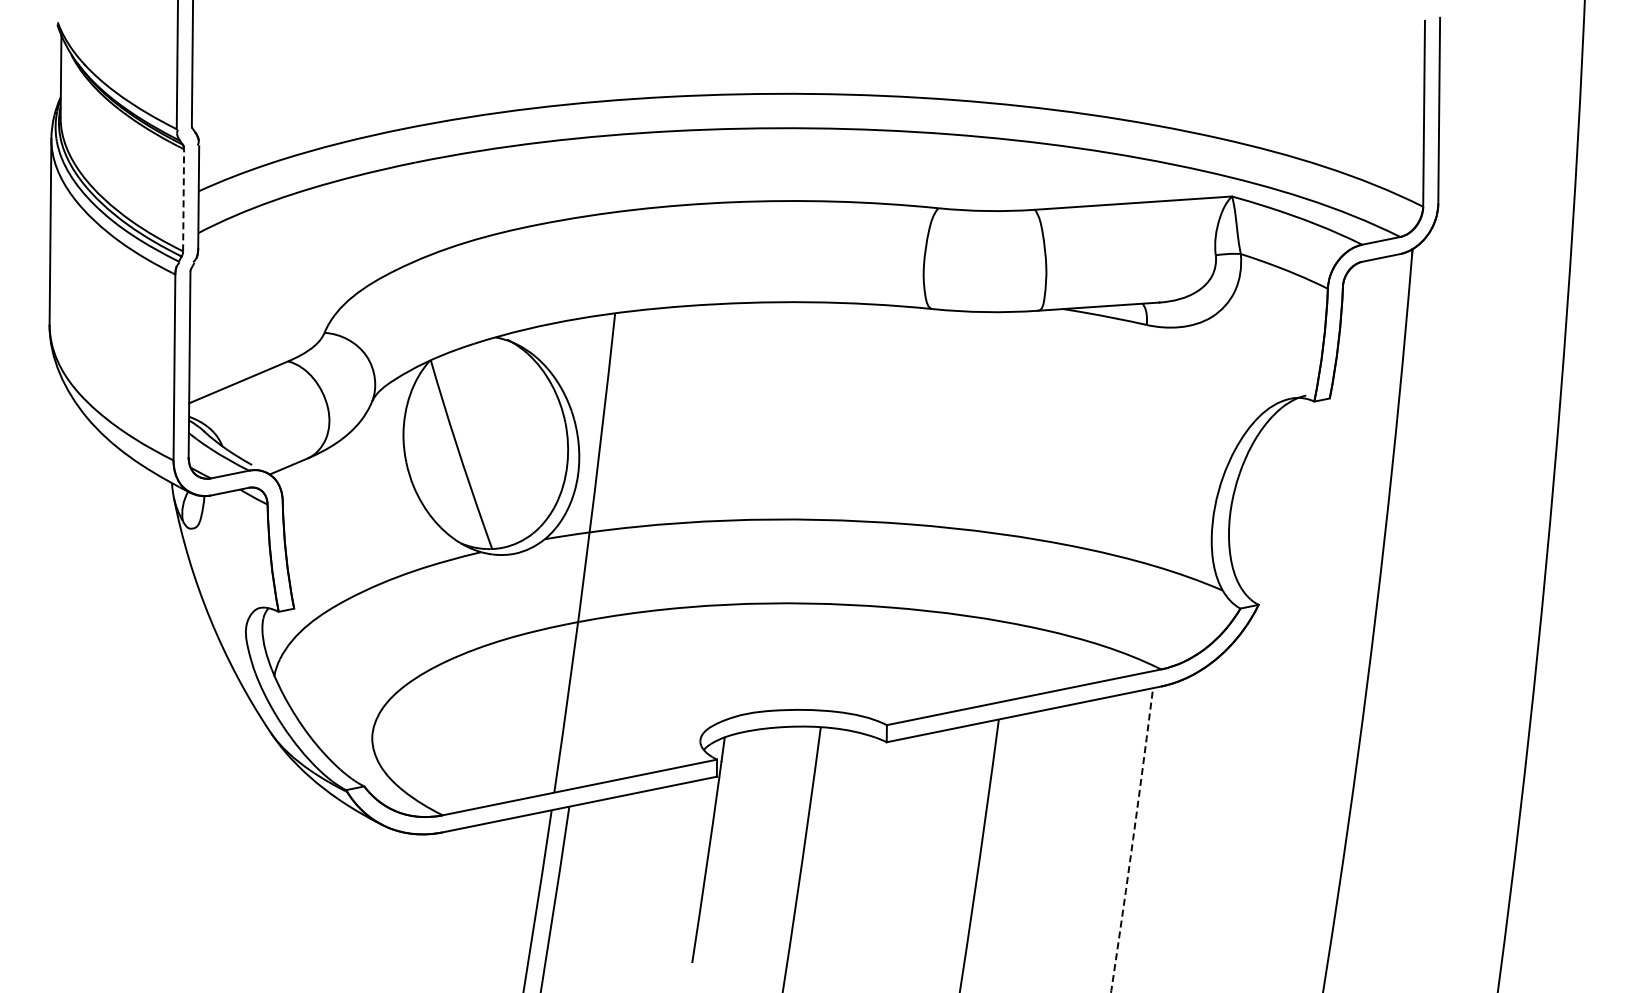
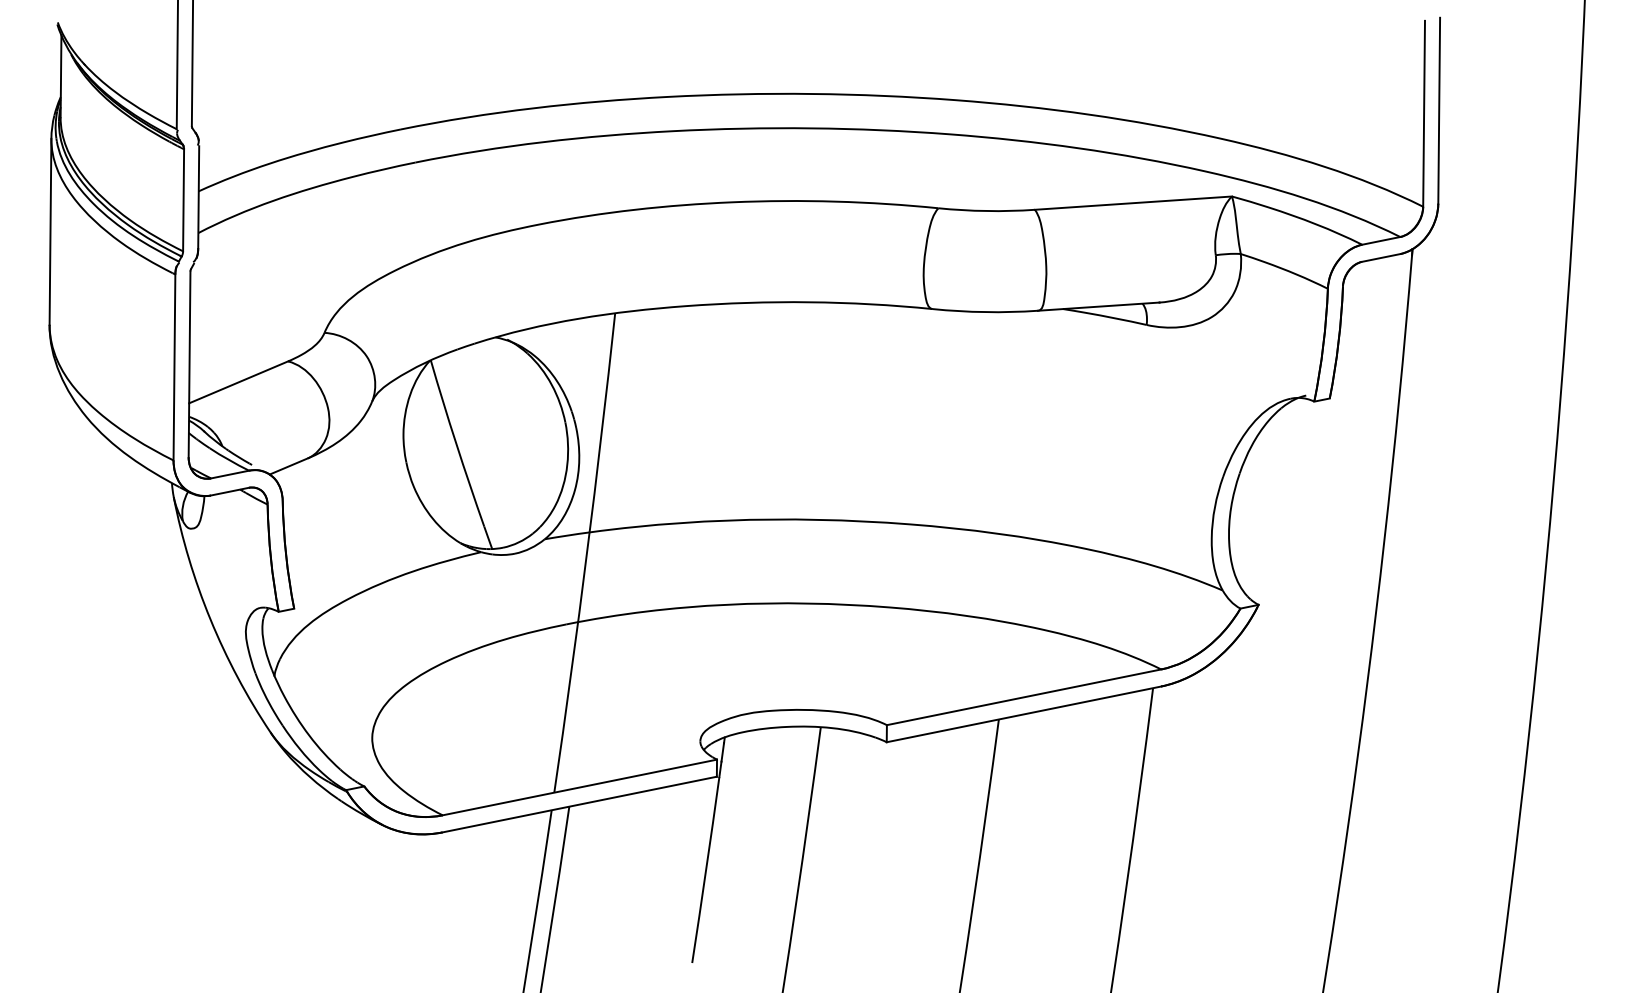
line at (183, 199): dashed -> solid
arc at (1132, 840): dashed -> solid
